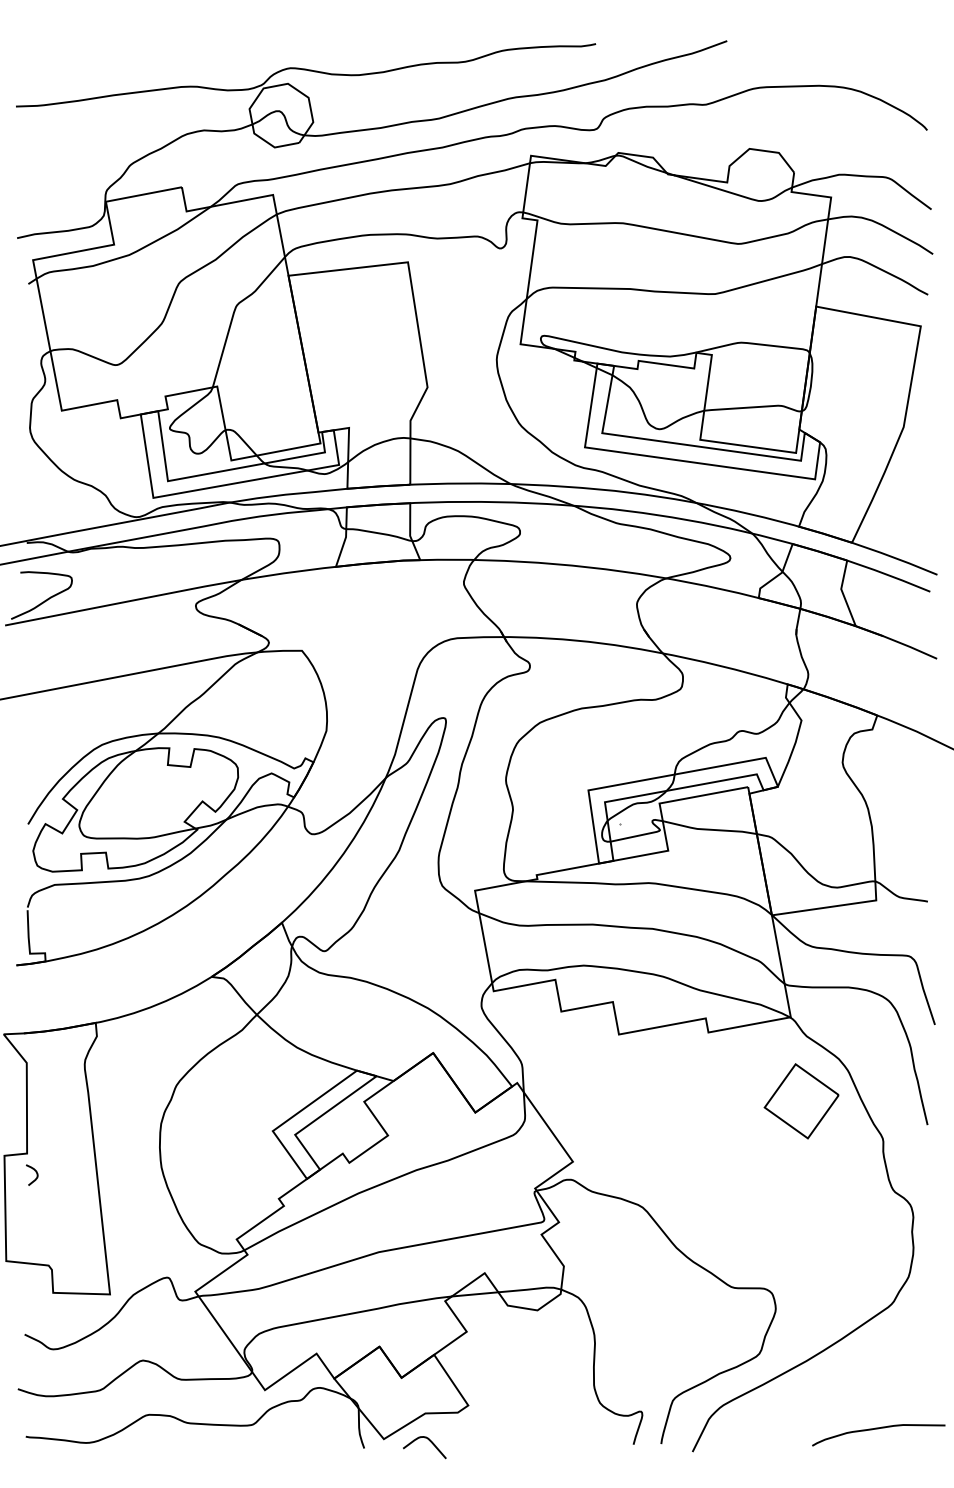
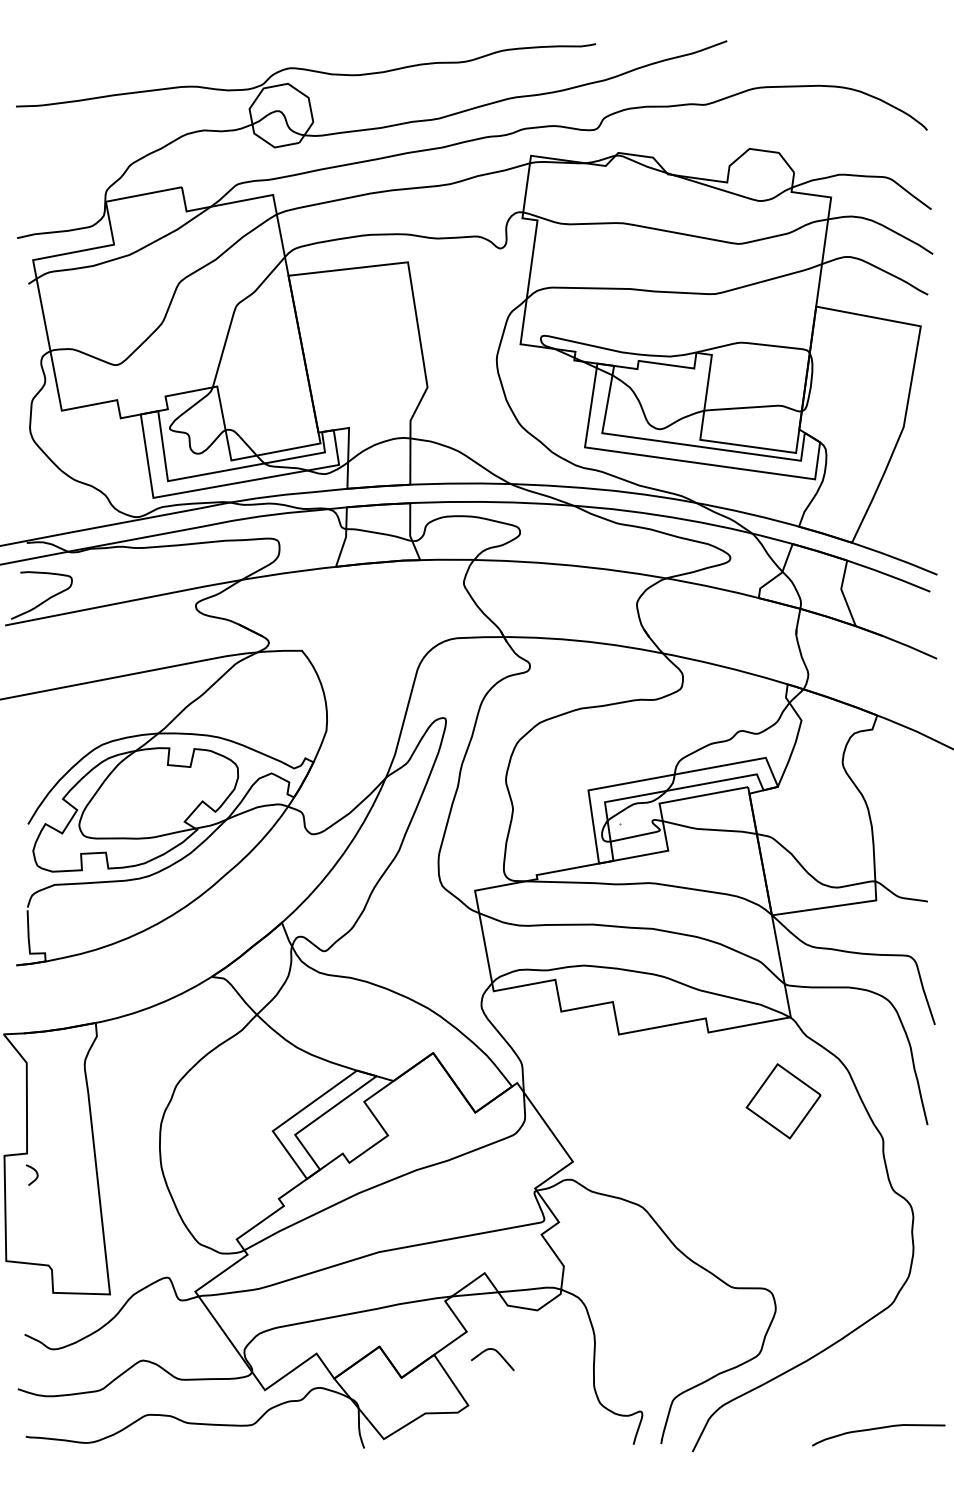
part at (801, 1101) position: (801, 1101) -> (783, 1101)
curve at (429, 1441) position: (429, 1441) -> (497, 1353)
